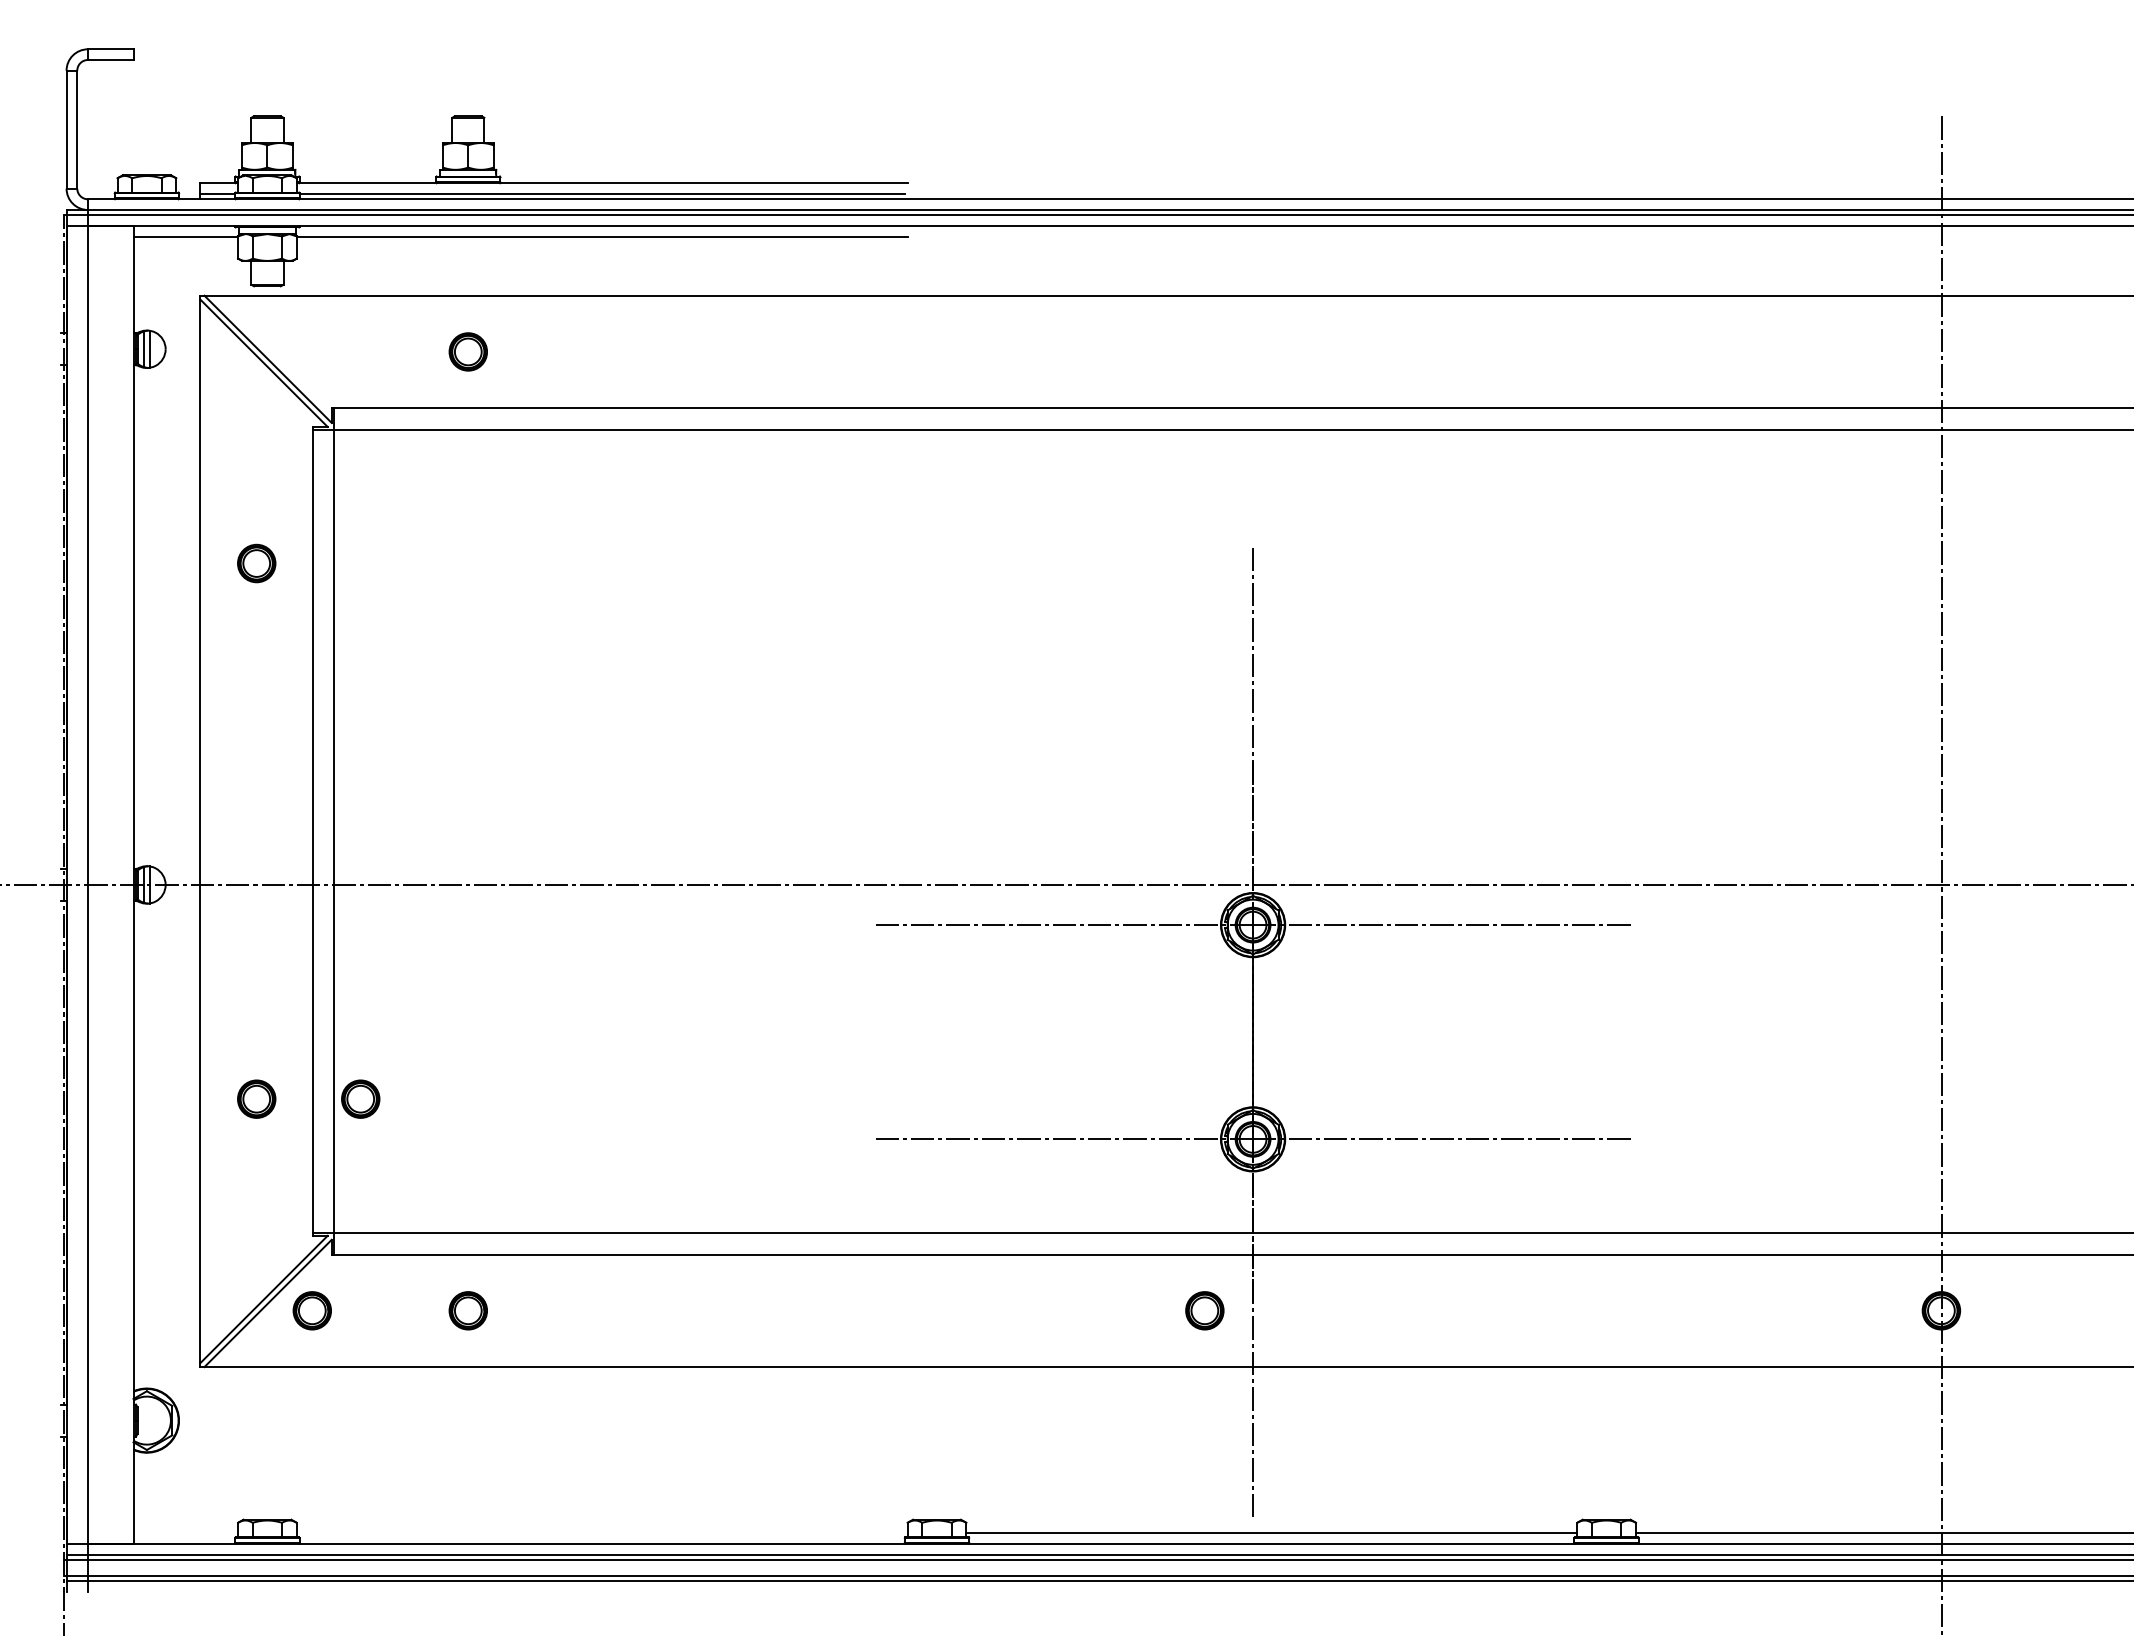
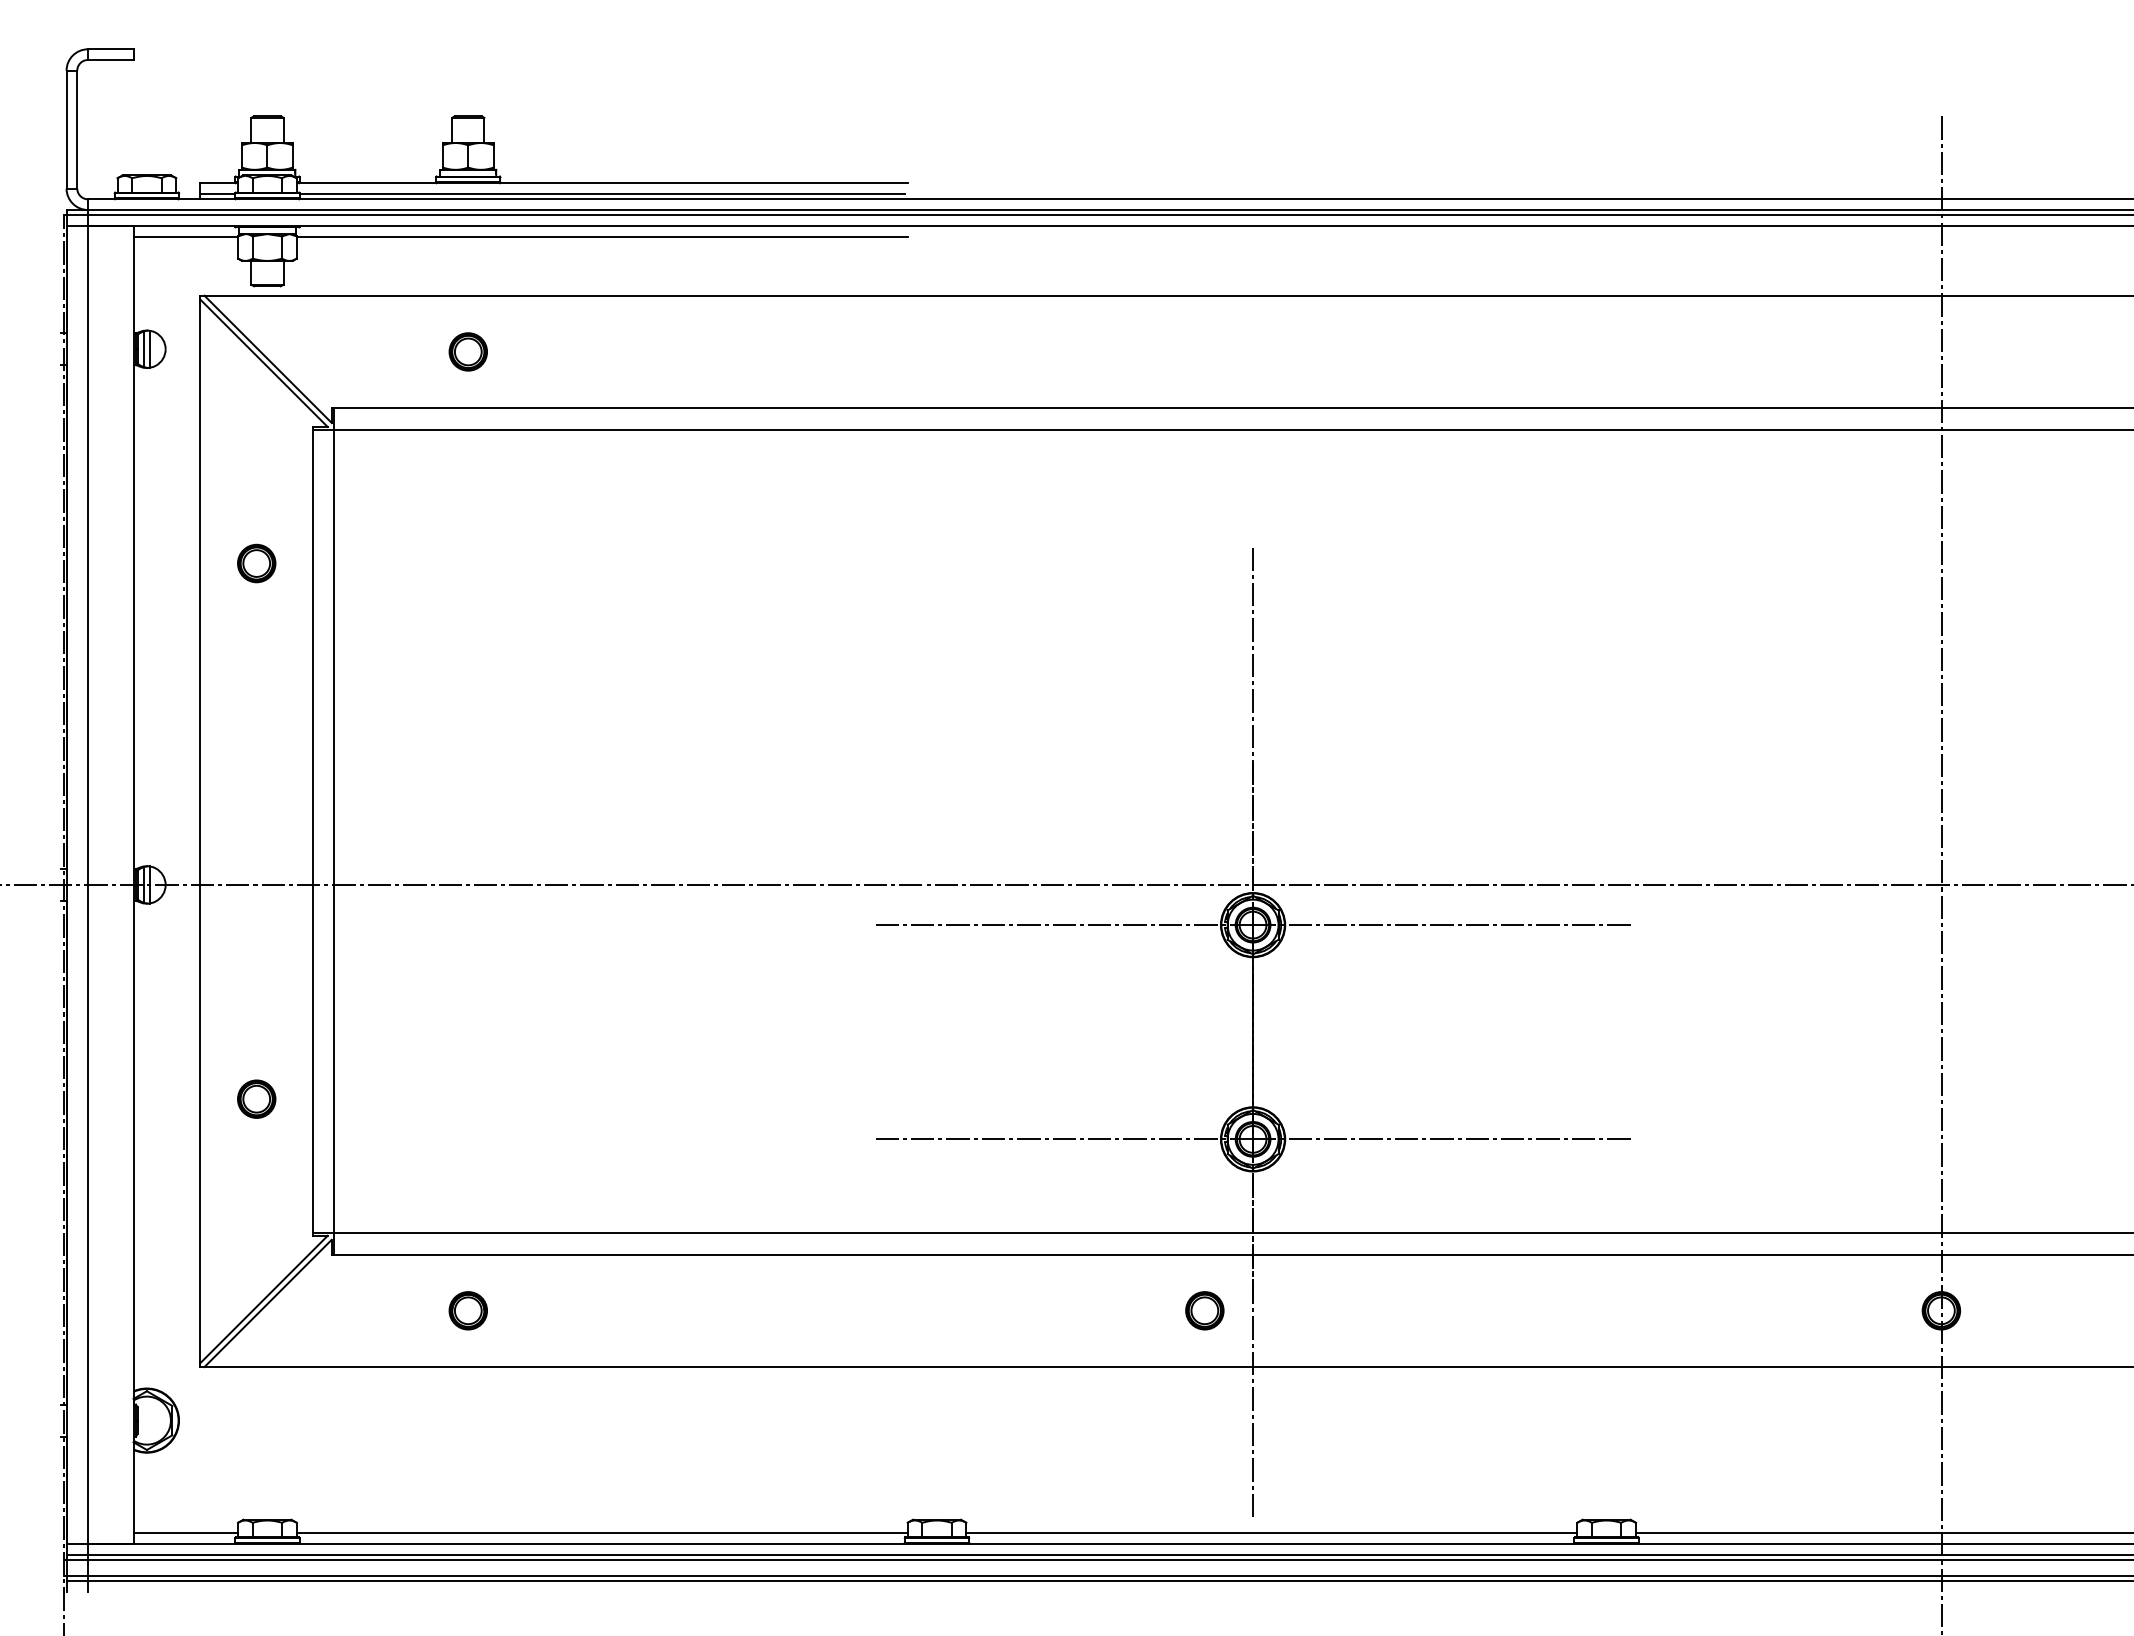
part at (360, 1098): present -> none
part at (311, 1310): present -> none
line at (185, 1533): none -> present
line at (601, 1533): none -> present
